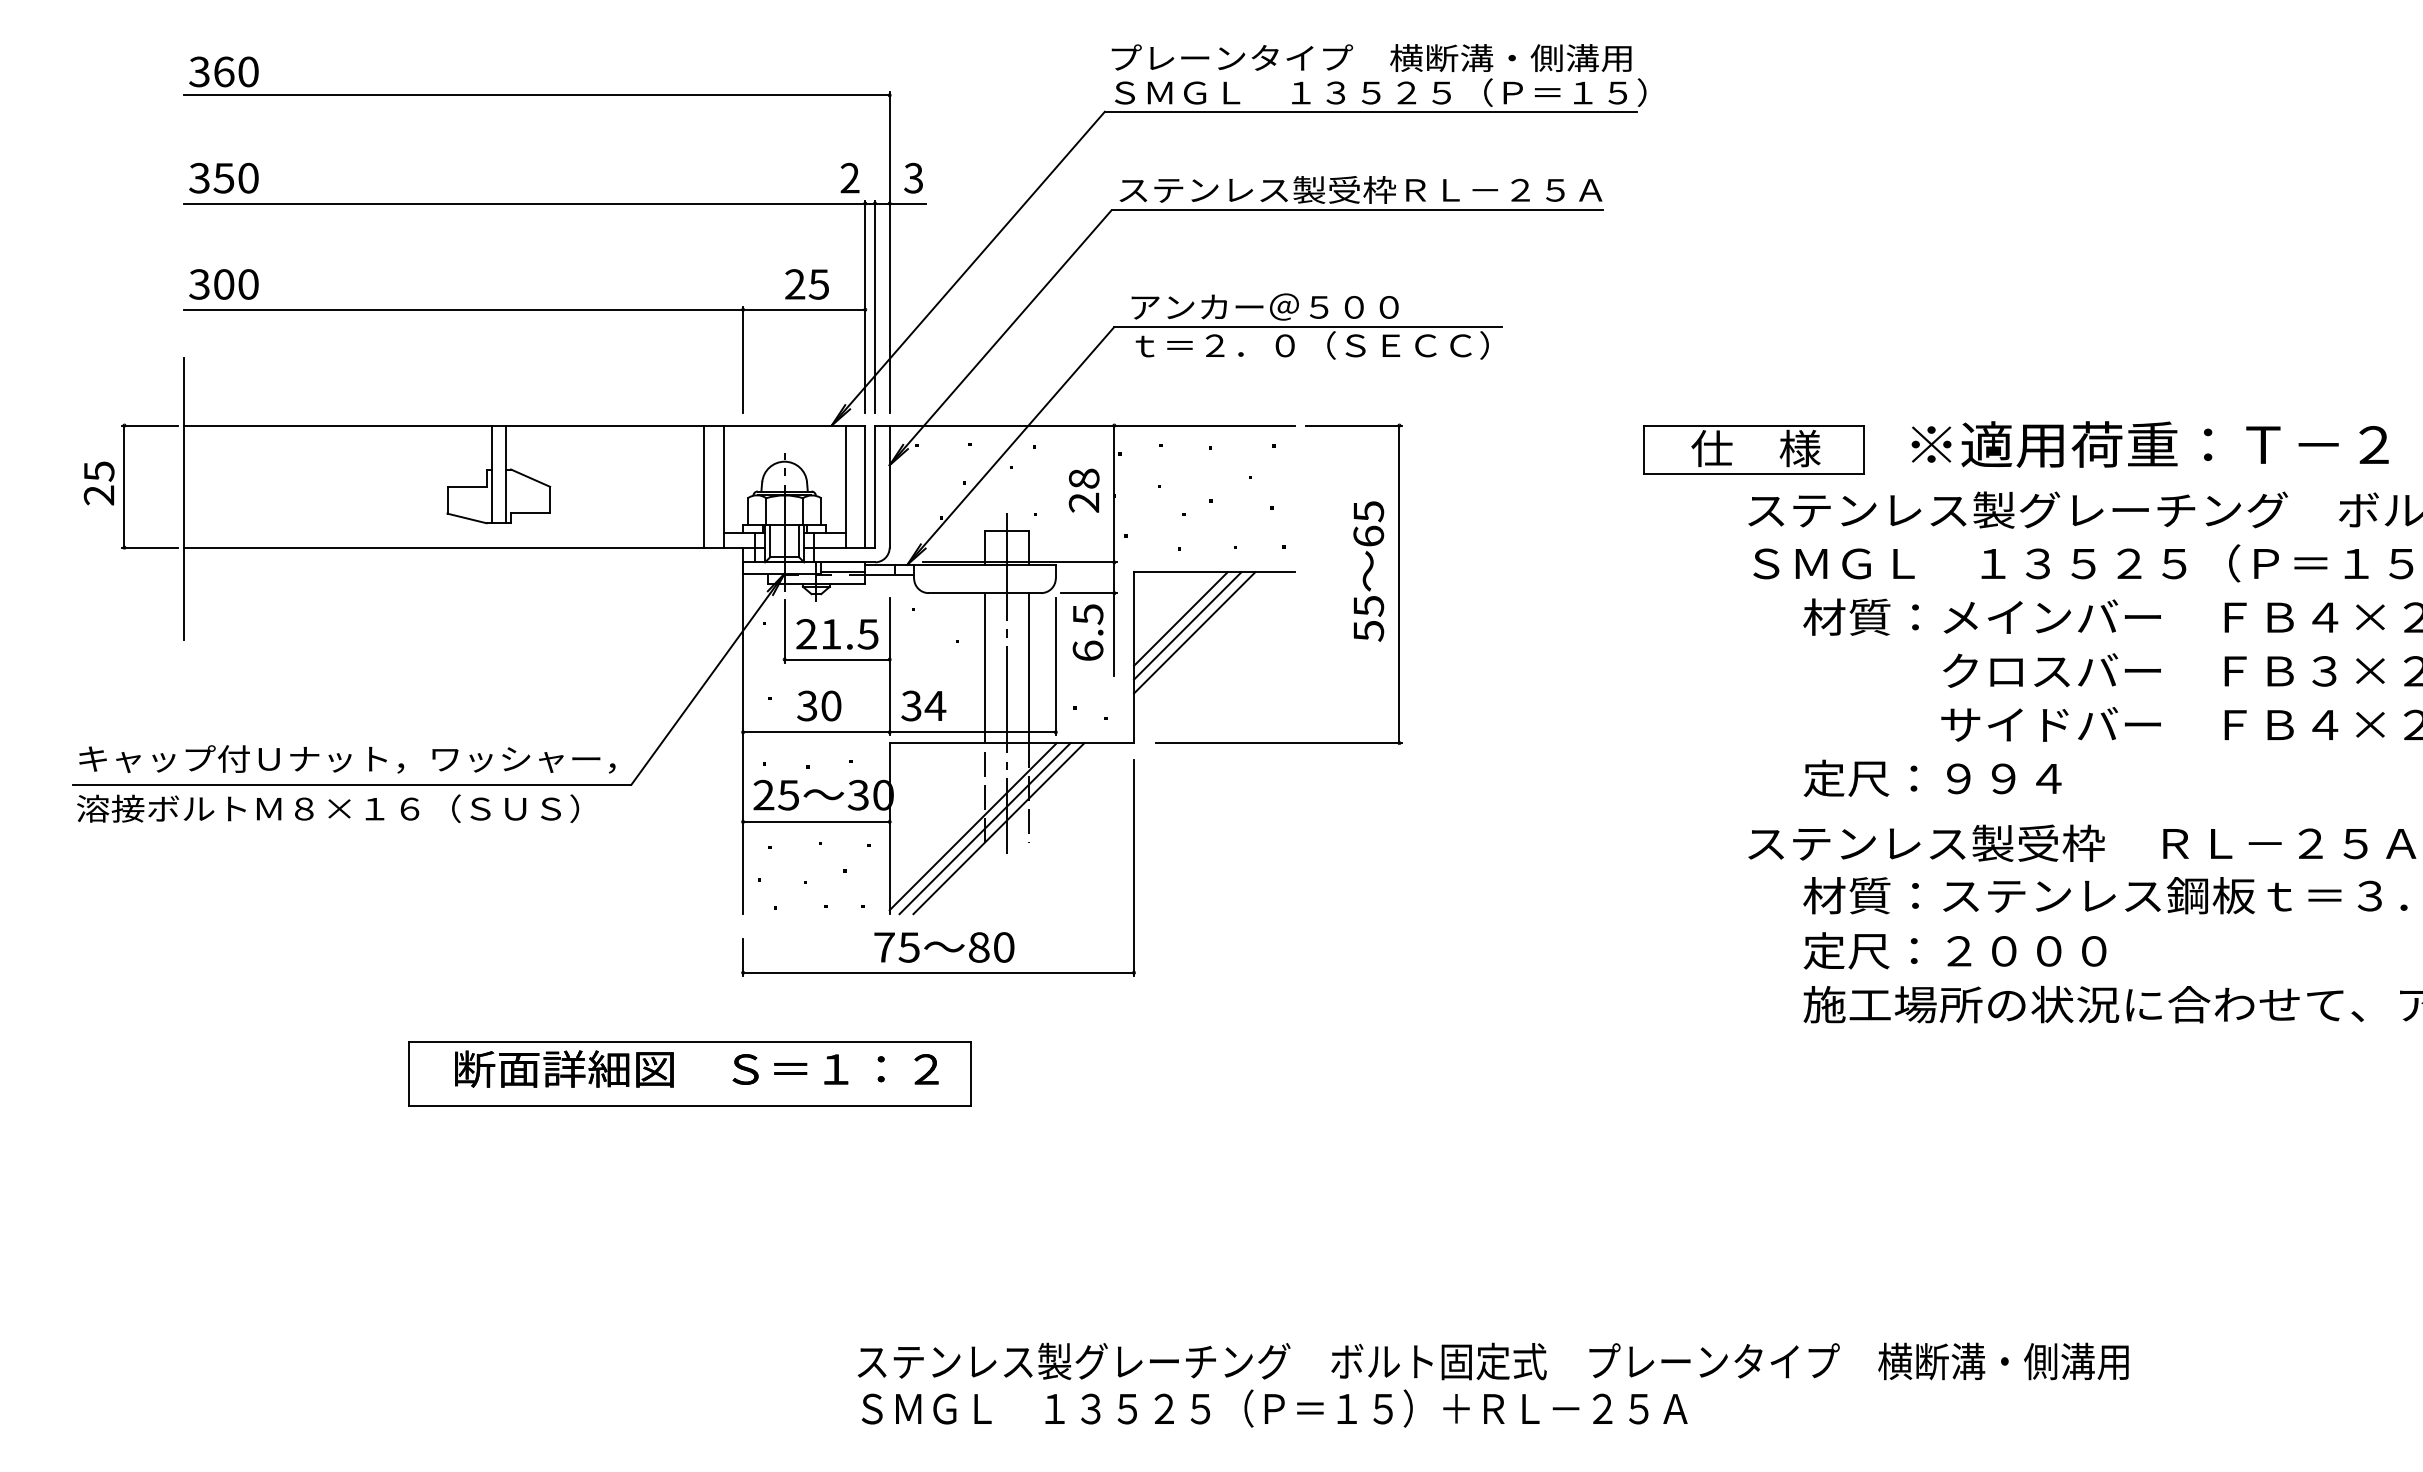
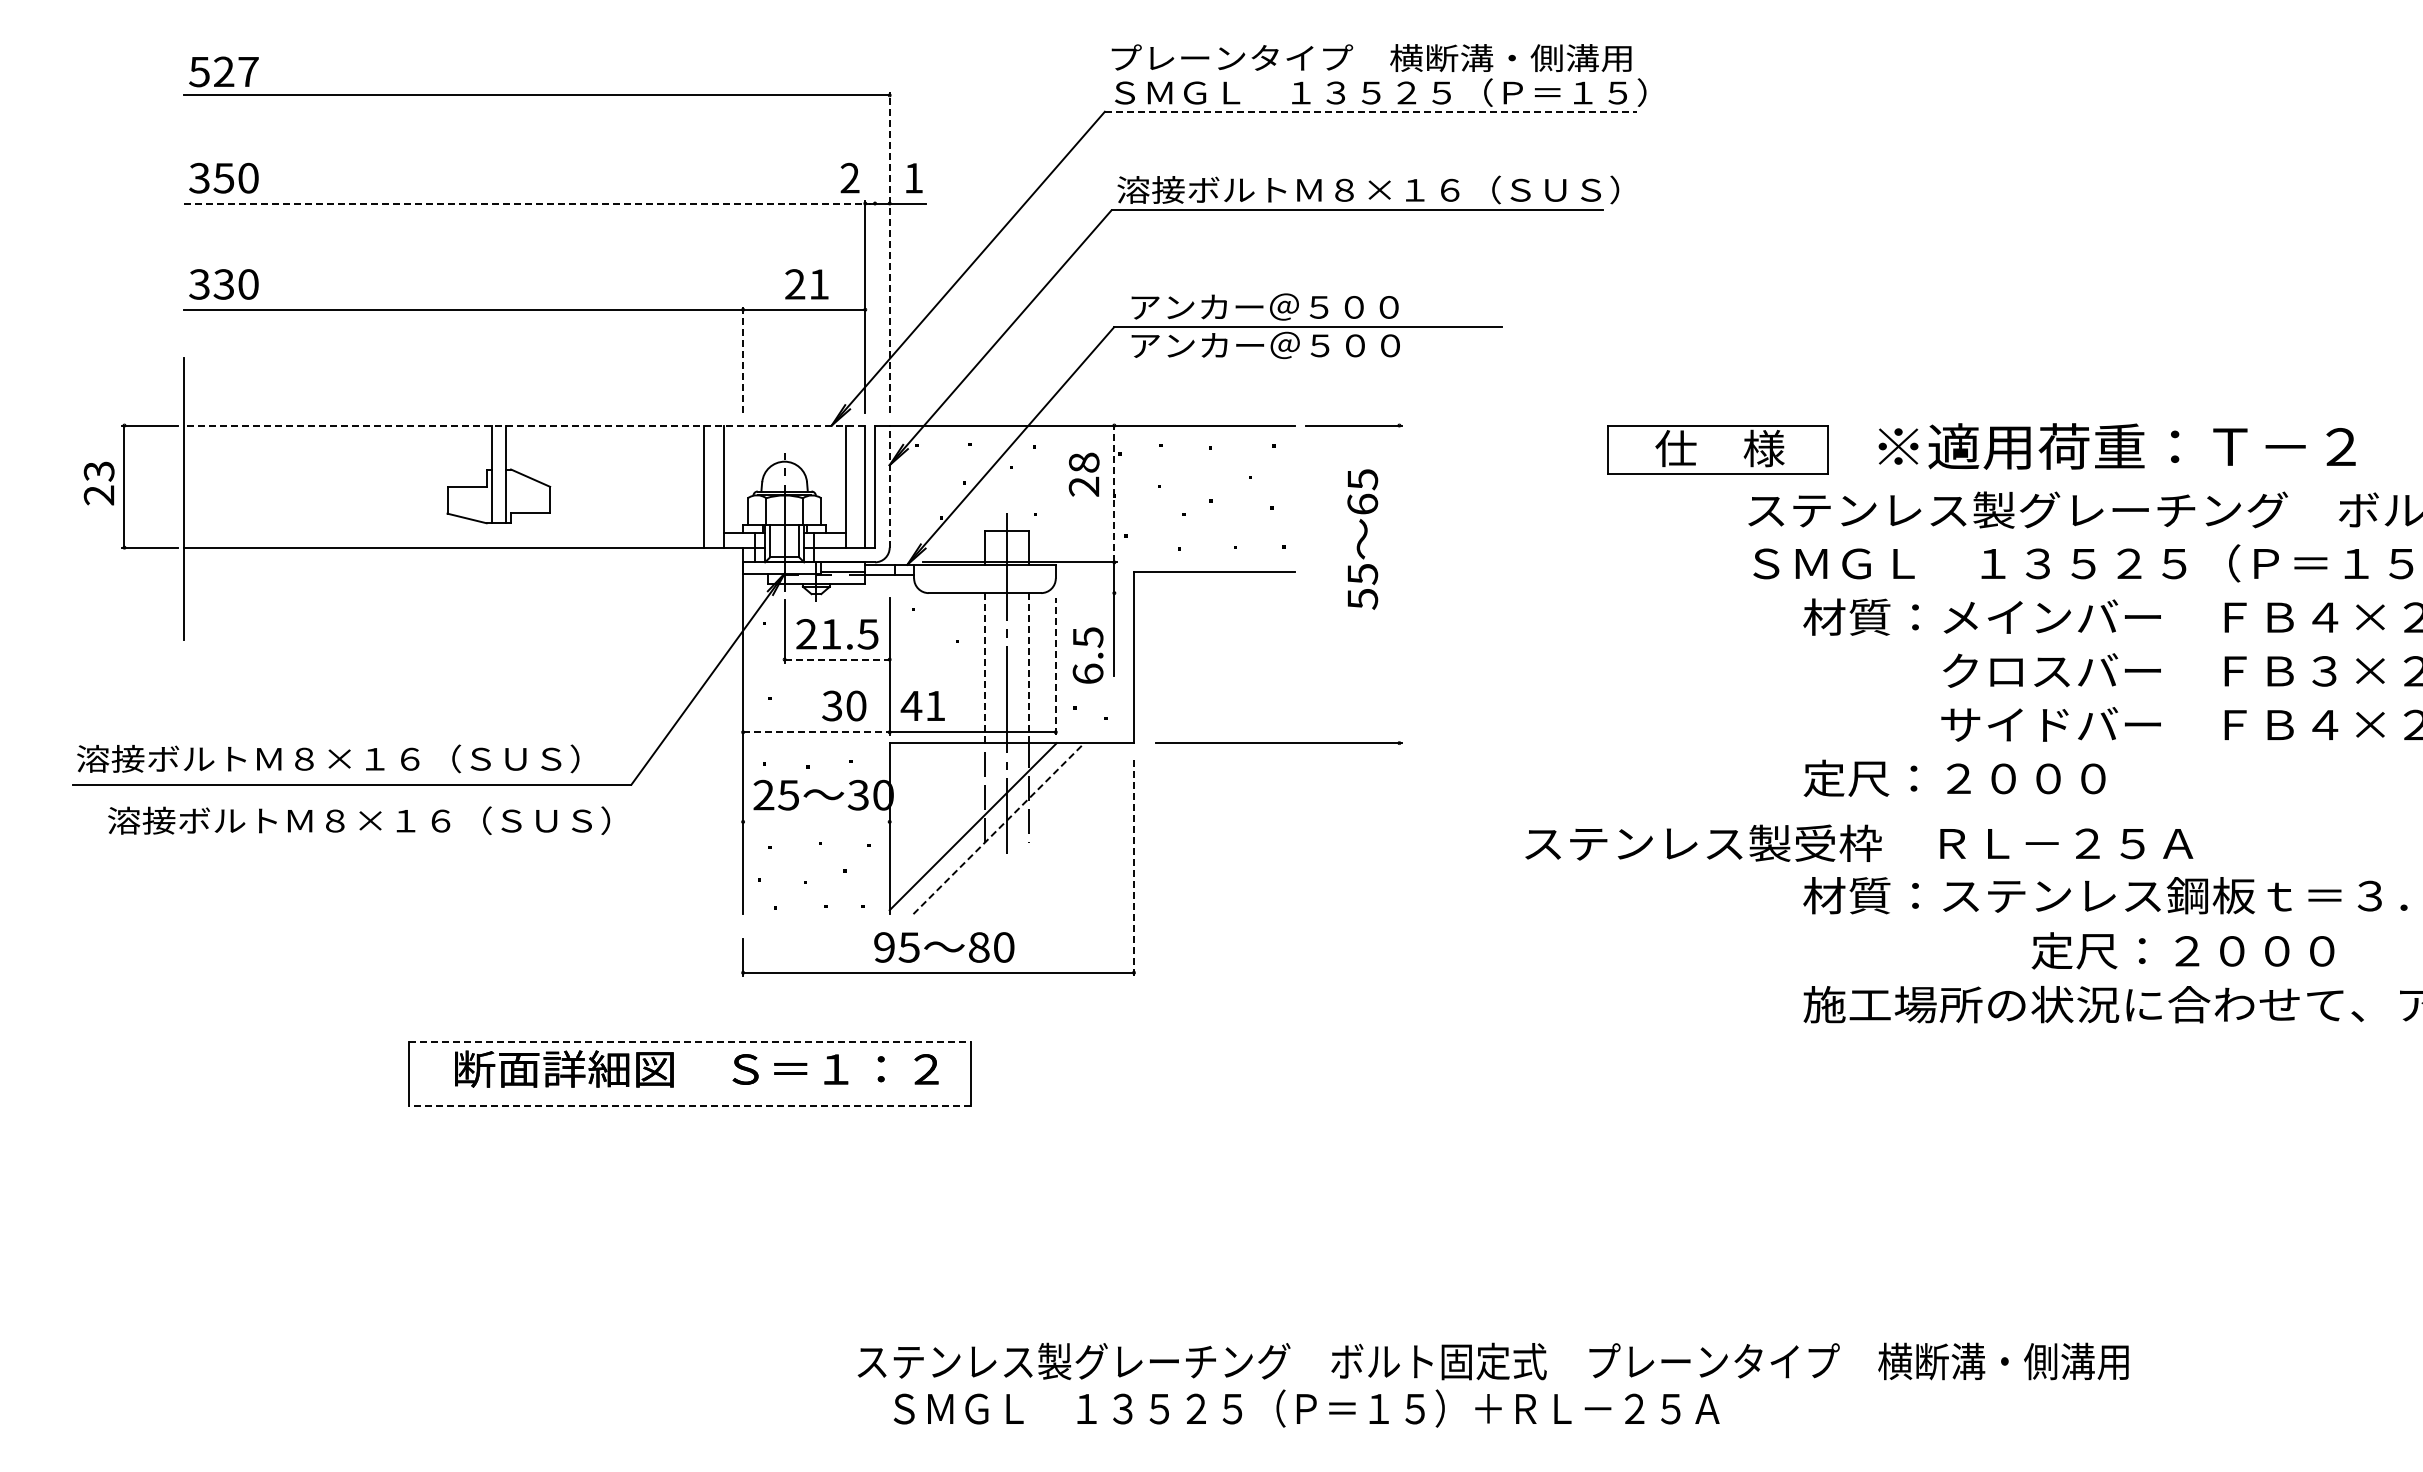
text at (223, 71): 360 -> 527
line at (1370, 111): solid -> dashed
text at (913, 177): 3 -> 1
text at (1368, 189): ステンレス製受枠ＲＬ－２５Ａ -> 溶接ボルトＭ８×１６（ＳＵＳ）
line at (524, 203): solid -> dashed
line at (889, 252): solid -> dashed
text at (223, 284): 300 -> 330
text at (818, 284): 25 -> 21
line at (875, 306): present -> none
text at (1309, 345): ｔ＝２．０（ＳＥＣＣ） -> アンカー＠５００
line at (743, 359): solid -> dashed
line at (524, 425): solid -> dashed
text at (2149, 444) position: (2149, 444) -> (2116, 446)
part at (1753, 449) position: (1753, 449) -> (1717, 449)
text at (98, 471): 25 -> 23
line at (889, 486): solid -> dashed
text at (1083, 490) position: (1083, 490) -> (1083, 474)
line at (1114, 493): solid -> dashed
text at (1368, 571) position: (1368, 571) -> (1362, 539)
line at (1399, 584): present -> none
line at (1088, 593): present -> none
line at (1180, 618): present -> none
line at (1187, 625): present -> none
text at (1087, 632) position: (1087, 632) -> (1087, 655)
line at (1194, 632): present -> none
line at (837, 659): solid -> dashed
line at (1055, 666): solid -> dashed
line at (984, 668): solid -> dashed
line at (1028, 668): solid -> dashed
text at (819, 705) position: (819, 705) -> (844, 705)
text at (923, 705): 34 -> 41
line at (816, 732): solid -> dashed
text at (346, 758): キャップ付Ｕナット，ワッシャー， -> 溶接ボルトＭ８×１６（ＳＵＳ）
text at (2026, 778): 定尺：９９４ -> 定尺：２０００
text at (328, 808) position: (328, 808) -> (359, 820)
line at (816, 821): present -> none
line at (984, 828): present -> none
line at (998, 828): solid -> dashed
text at (2082, 842) position: (2082, 842) -> (1859, 842)
line at (1133, 867): solid -> dashed
text at (884, 947): 75 -> 95
text at (1954, 950) position: (1954, 950) -> (2182, 950)
line at (689, 1042): solid -> dashed
line at (689, 1105): solid -> dashed
text at (1274, 1408) position: (1274, 1408) -> (1306, 1408)
